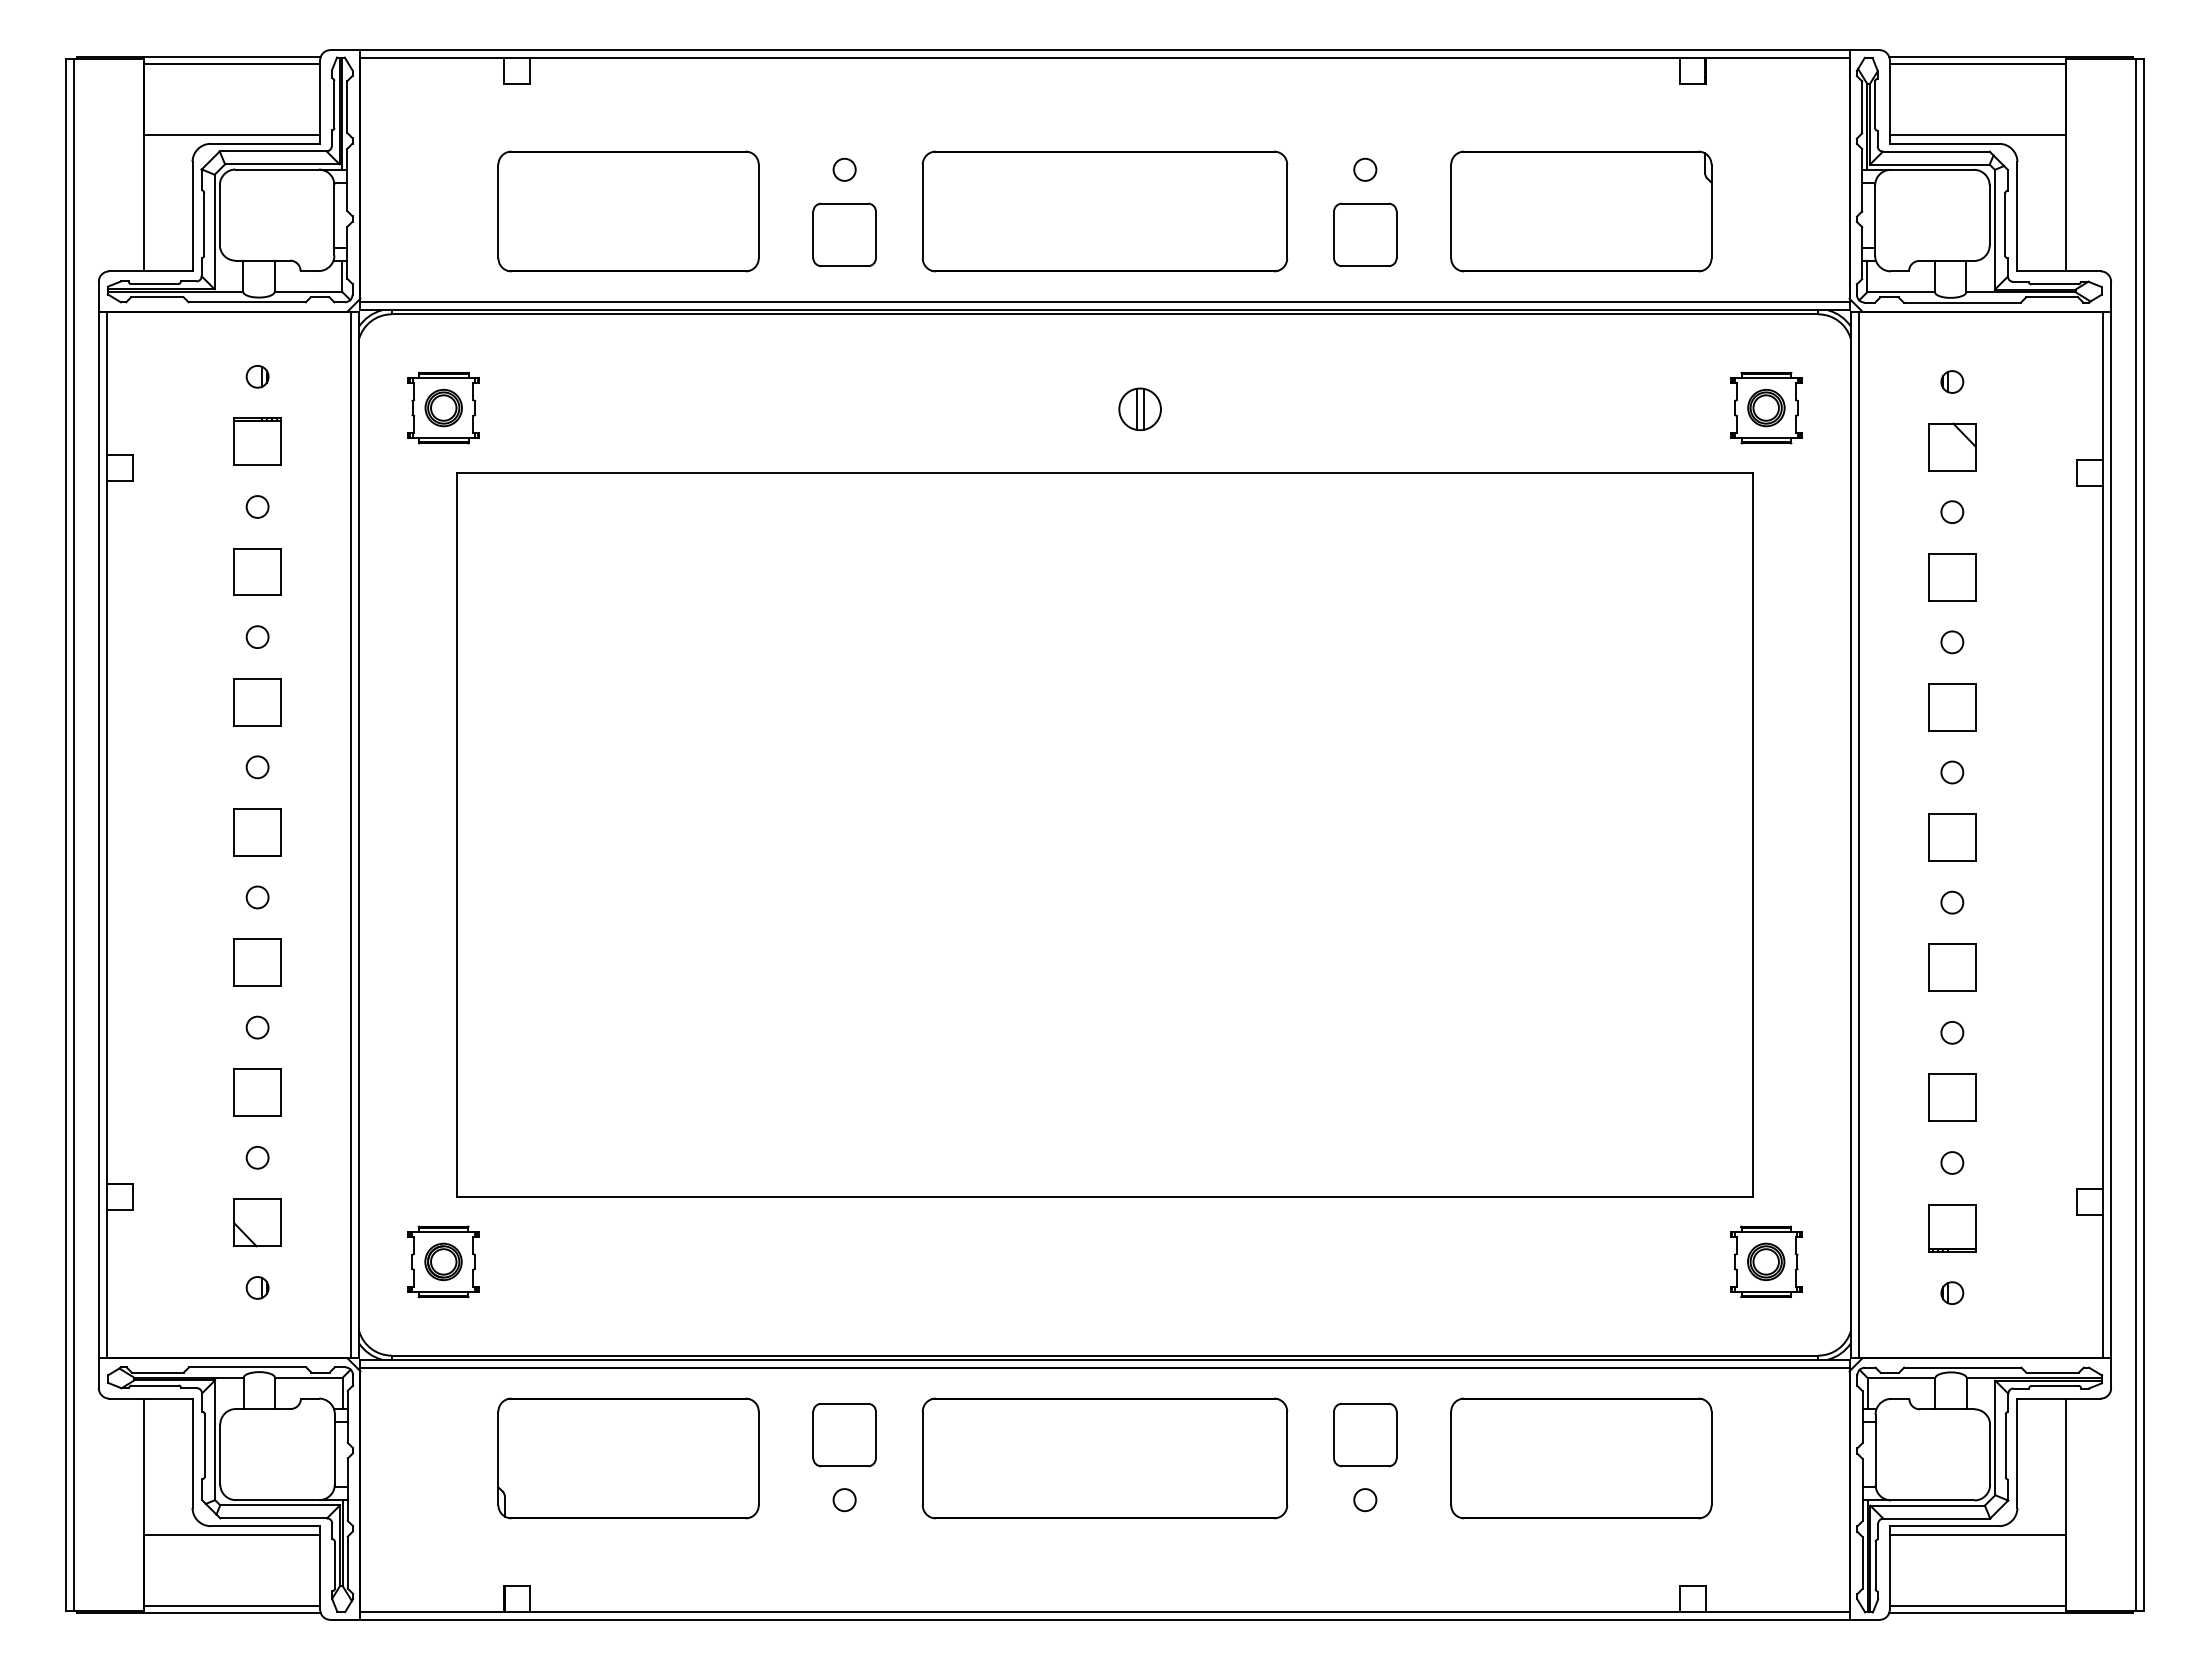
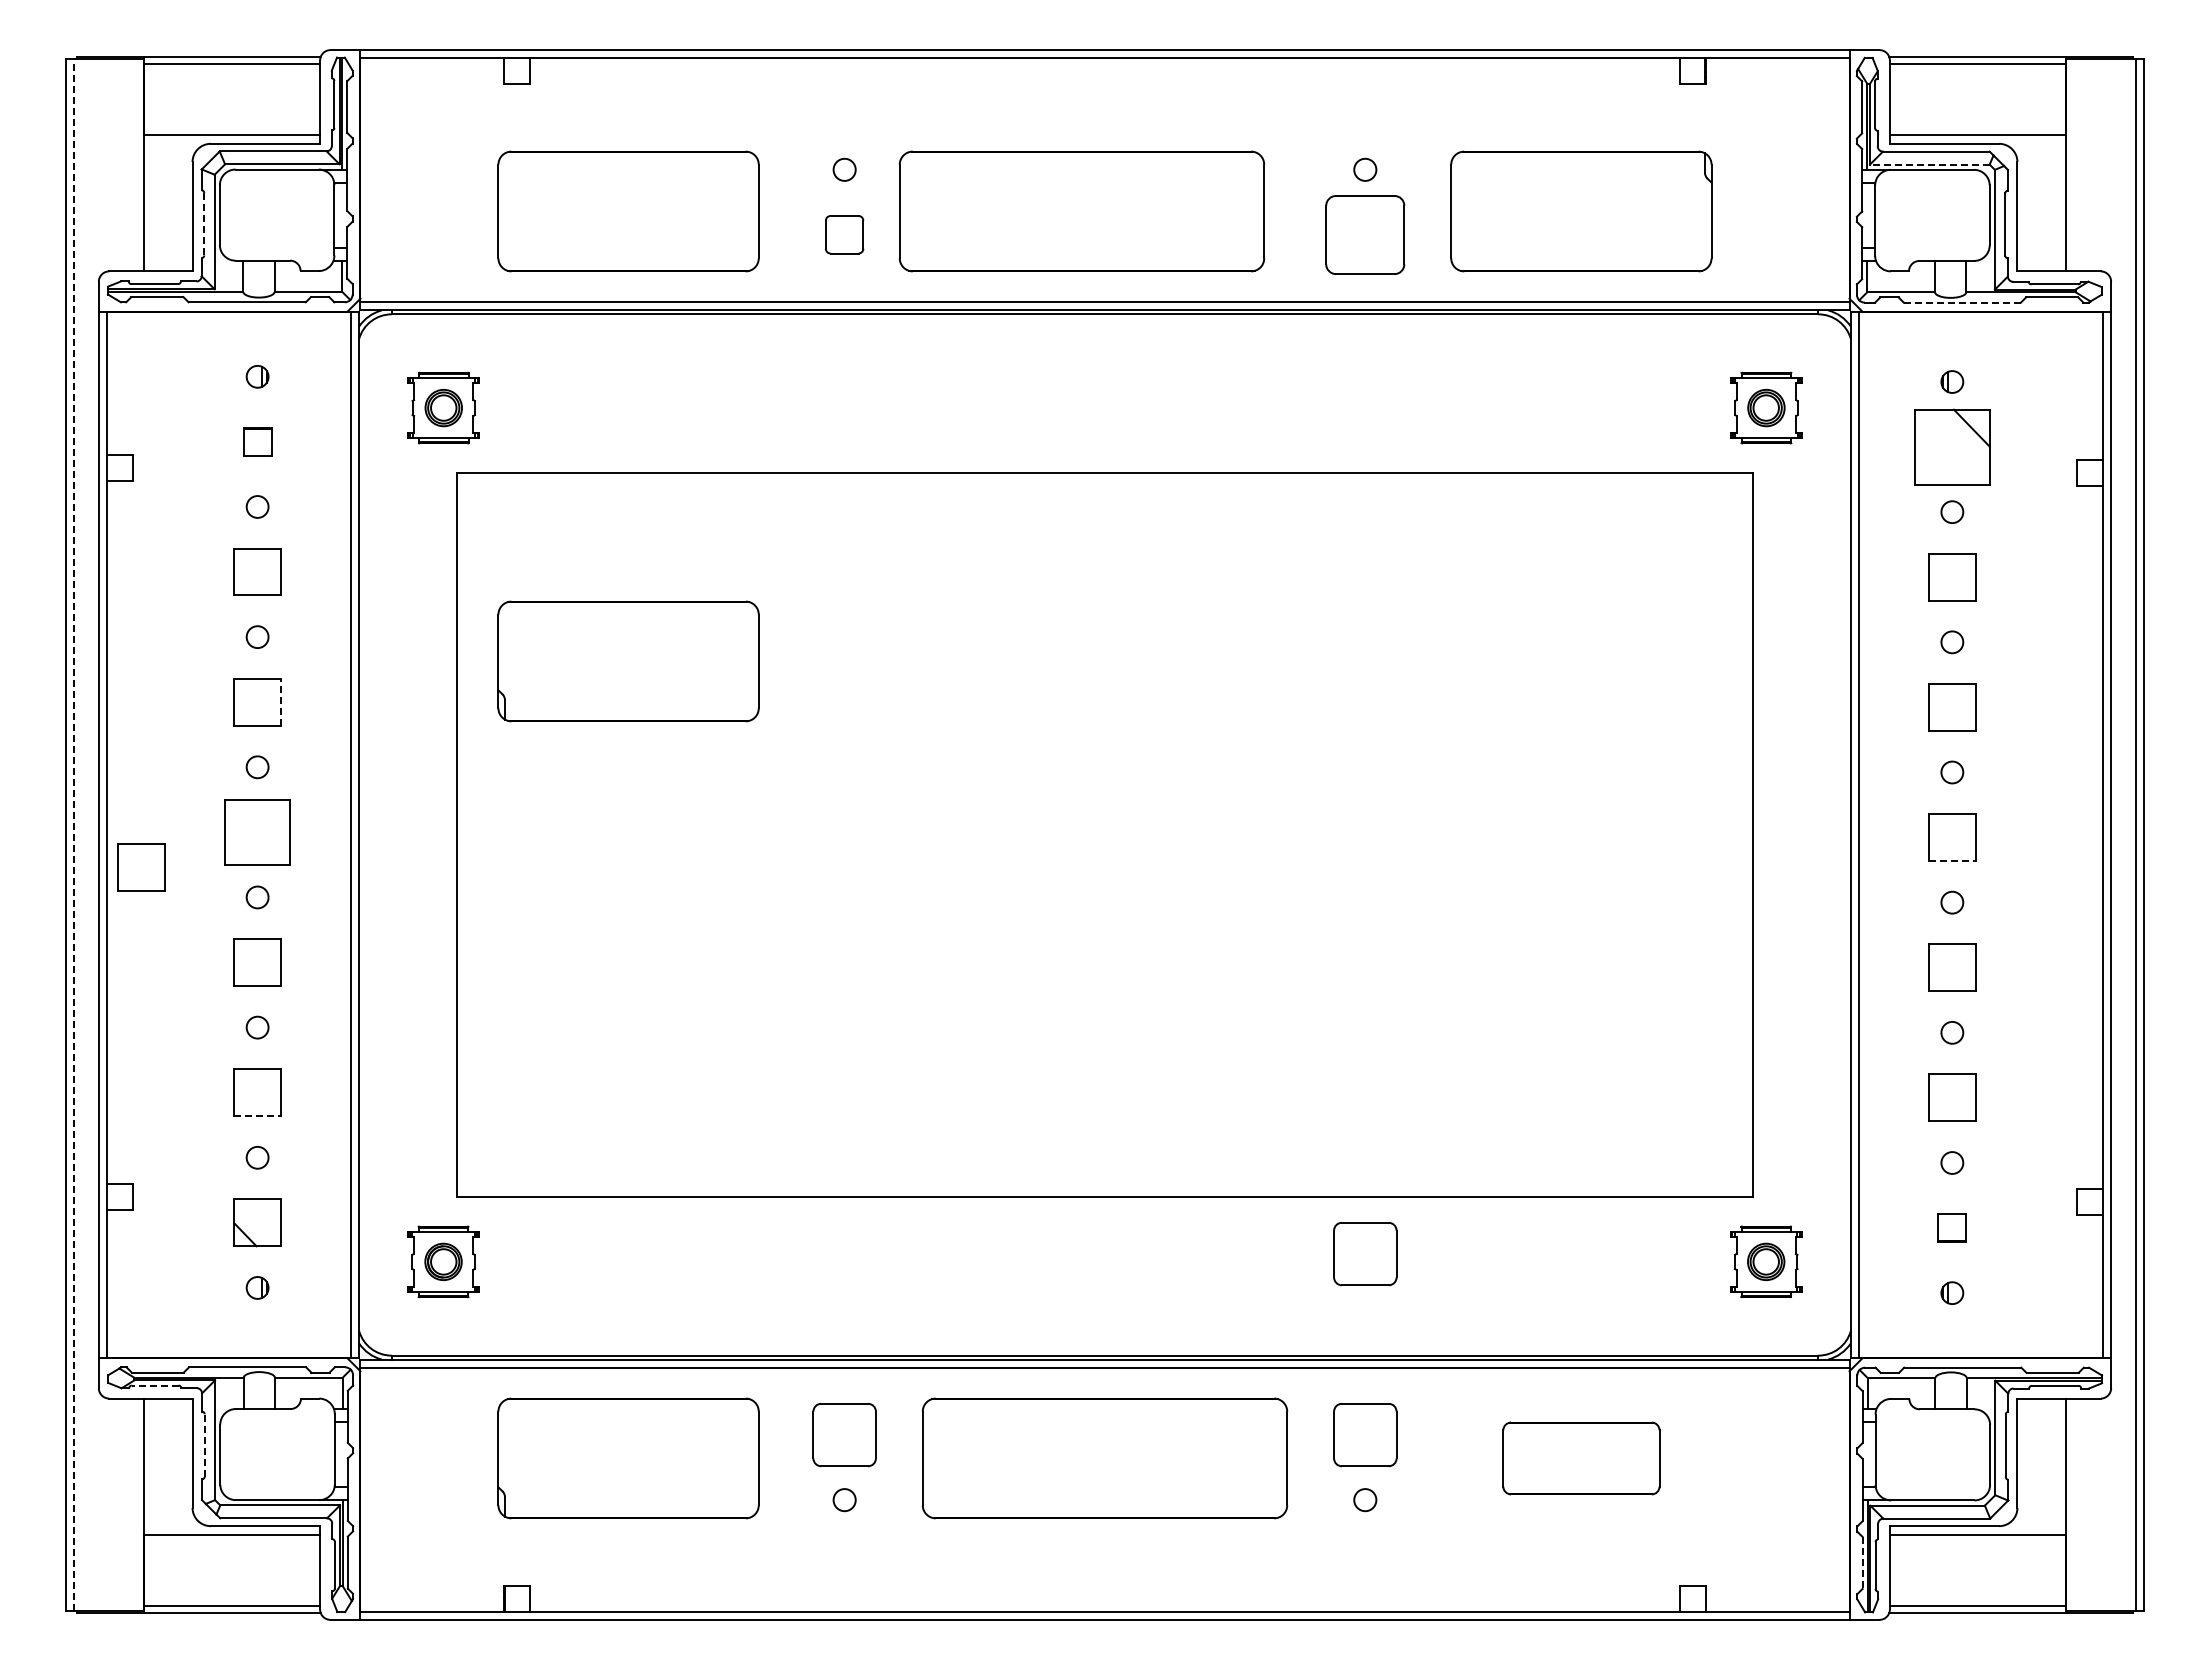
line at (1929, 164): solid -> dashed
part at (1104, 211) position: (1104, 211) -> (1081, 211)
line at (204, 224): solid -> dashed
part at (844, 234) size: 65x65 px -> 40x40 px
part at (1365, 234) size: 65x65 px -> 81x80 px
line at (1962, 302): solid -> dashed
part at (1139, 408): present -> none
part at (257, 441) size: 49x49 px -> 30x30 px
part at (1952, 446) size: 49x50 px -> 77x78 px
part at (628, 661): none -> present
line at (281, 701): solid -> dashed
part at (257, 832) size: 49x49 px -> 67x67 px
line at (74, 834): solid -> dashed
line at (1952, 861): solid -> dashed
part at (141, 867): none -> present
line at (258, 1116): solid -> dashed
part at (1952, 1228) size: 49x49 px -> 30x30 px
part at (1365, 1254): none -> present
line at (154, 1385): solid -> dashed
line at (204, 1444): solid -> dashed
part at (1581, 1458) size: 263x123 px -> 159x75 px
line at (1862, 1563): solid -> dashed
